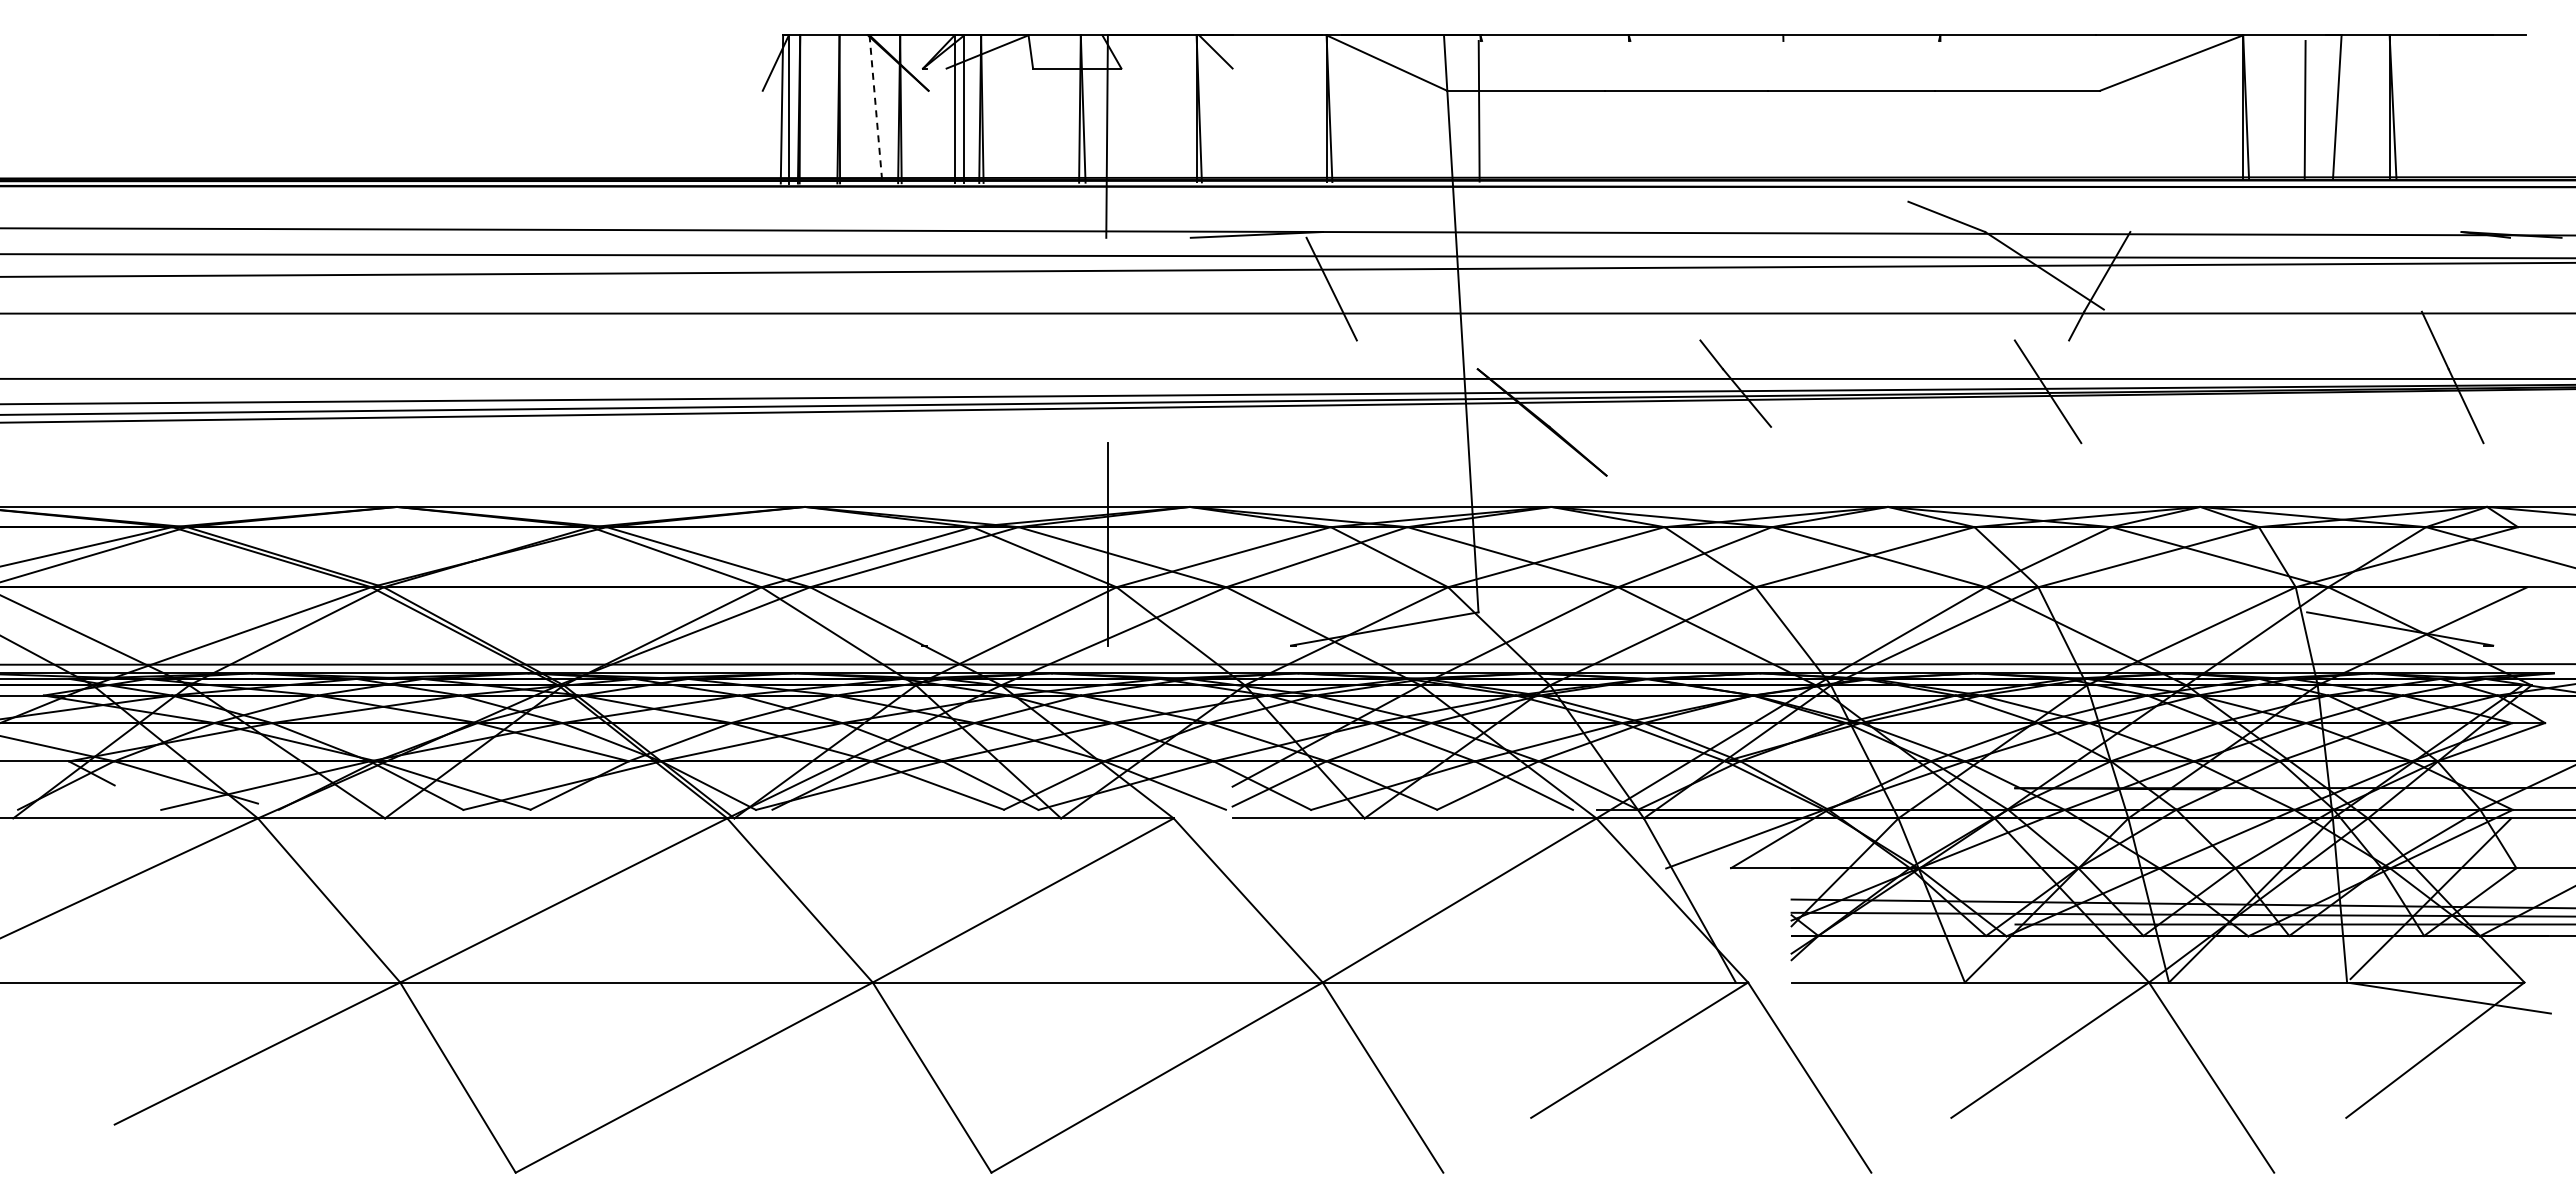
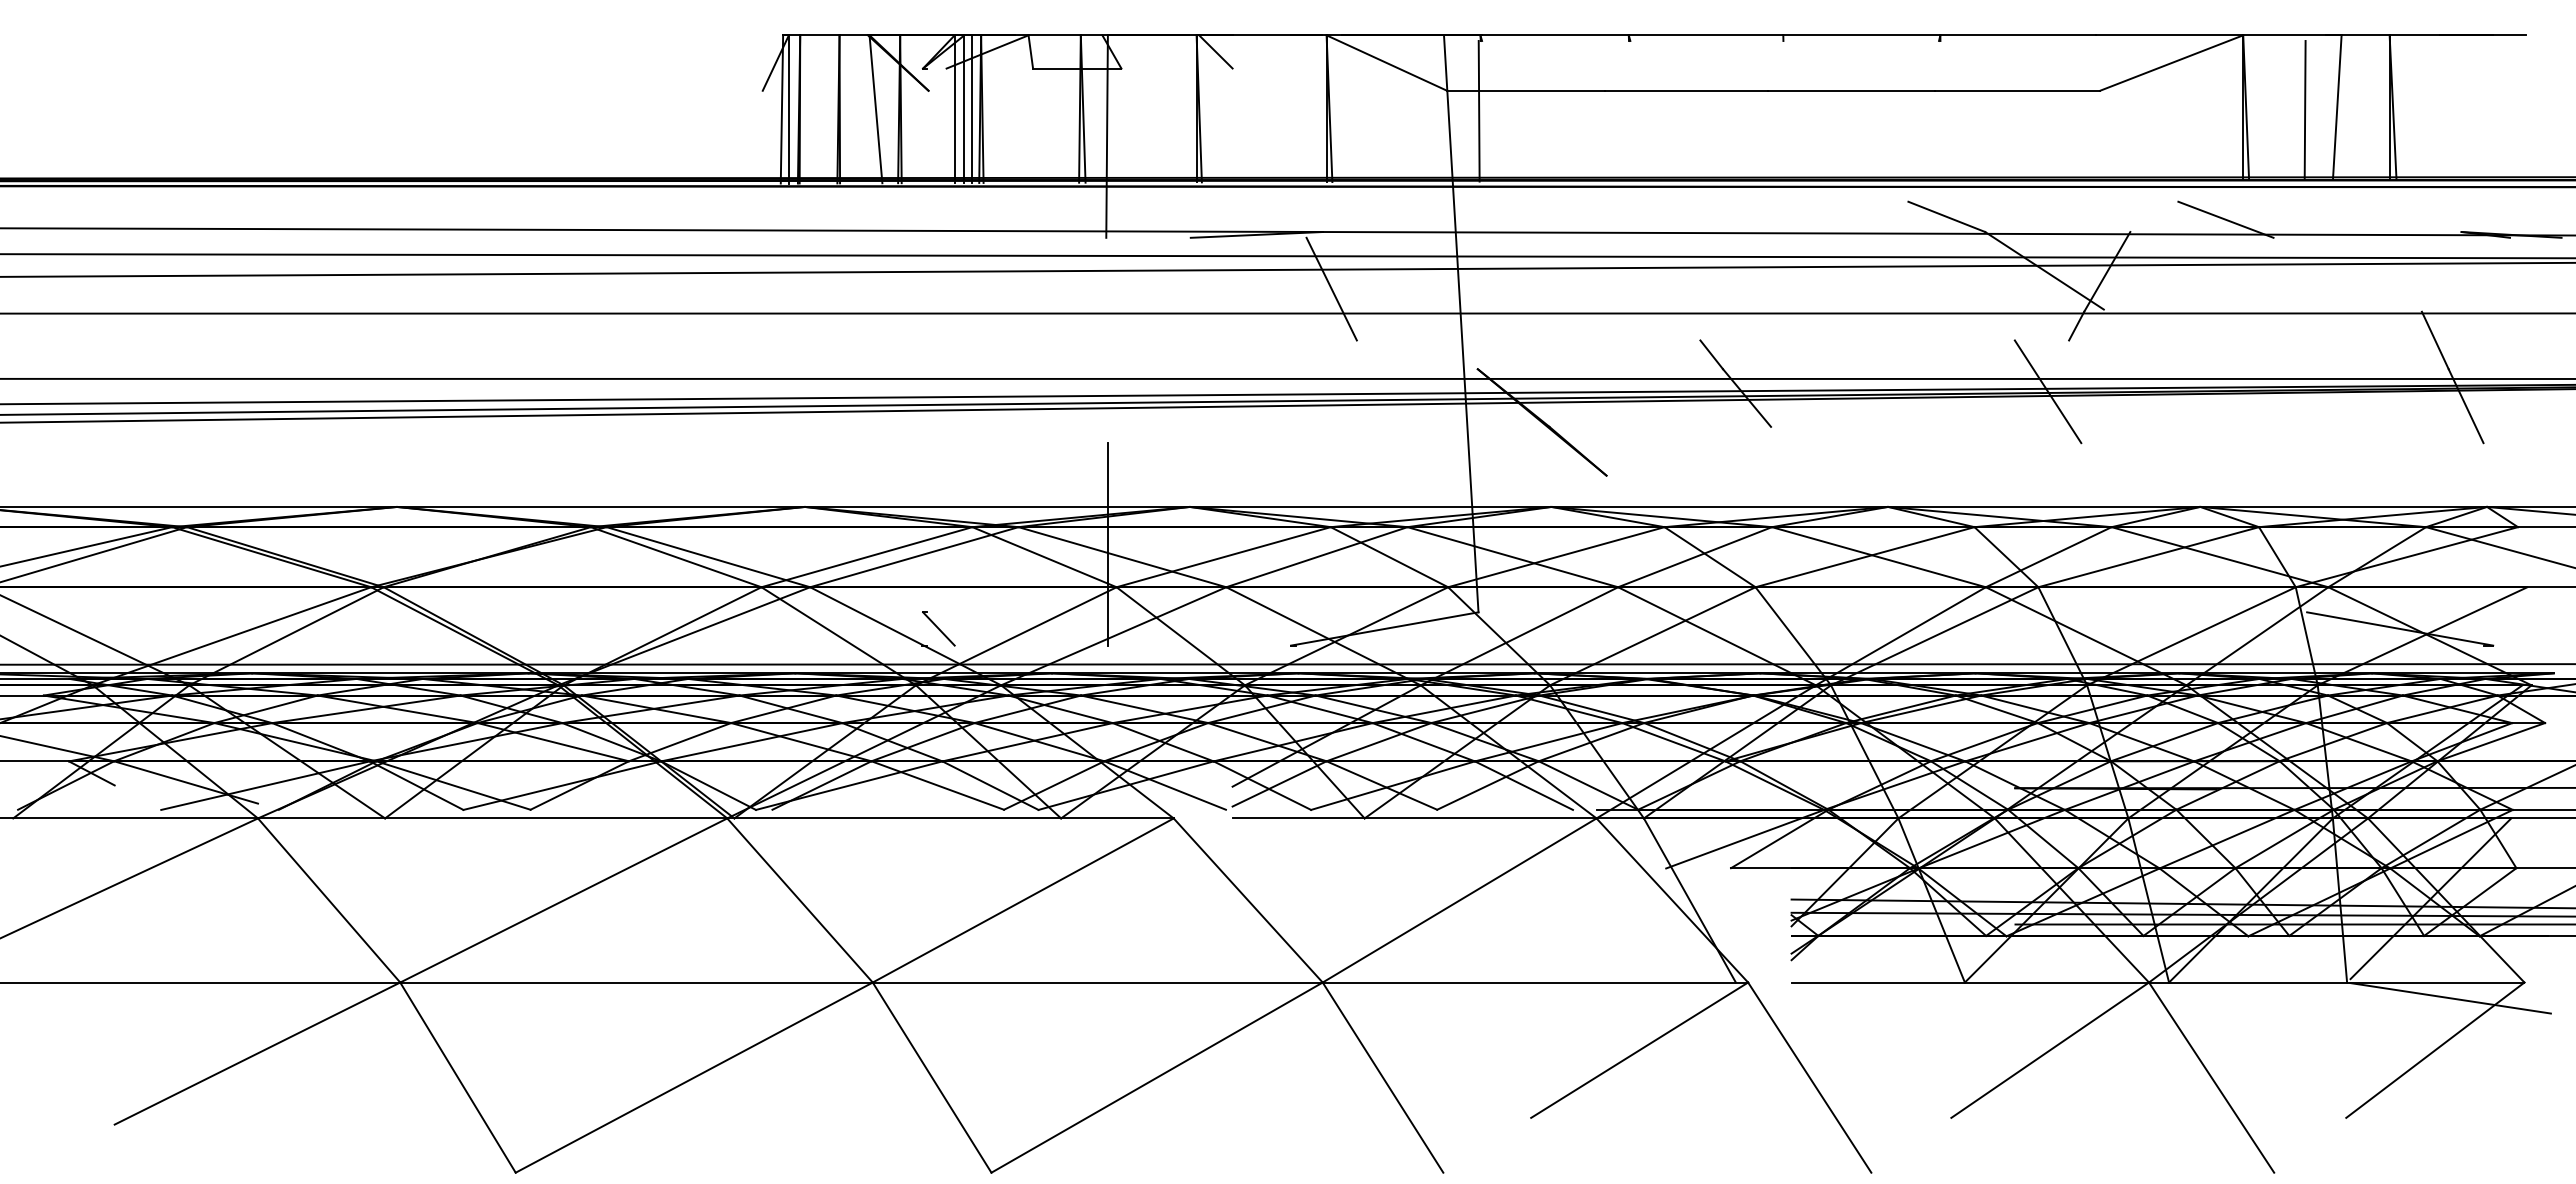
line at (876, 109): dashed -> solid
line at (972, 109): none -> present
line at (2225, 219): none -> present
part at (938, 628): none -> present
